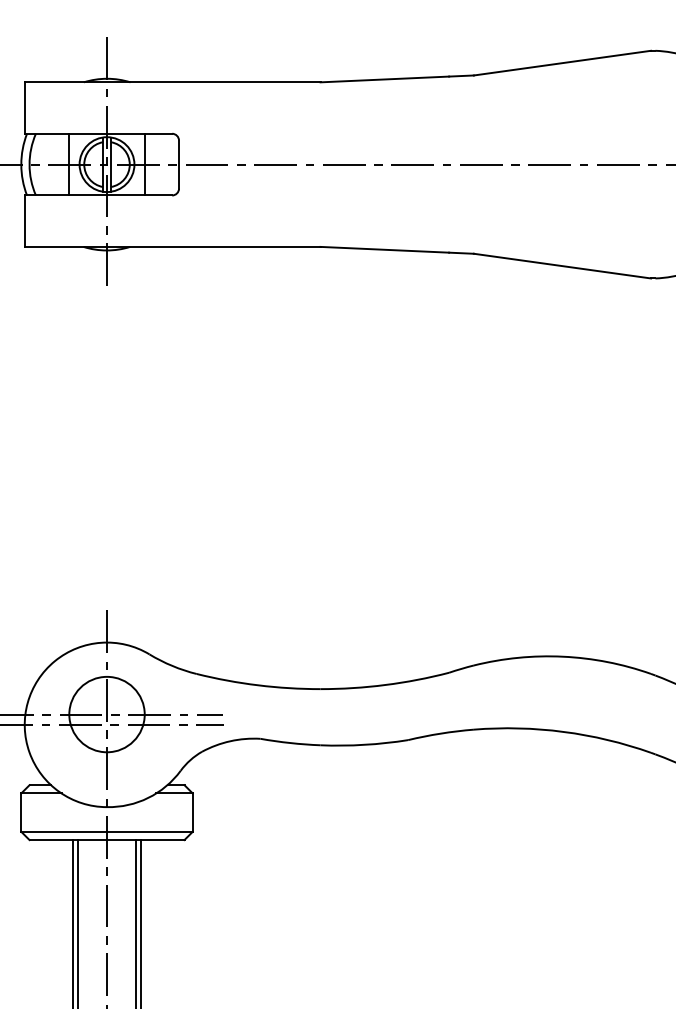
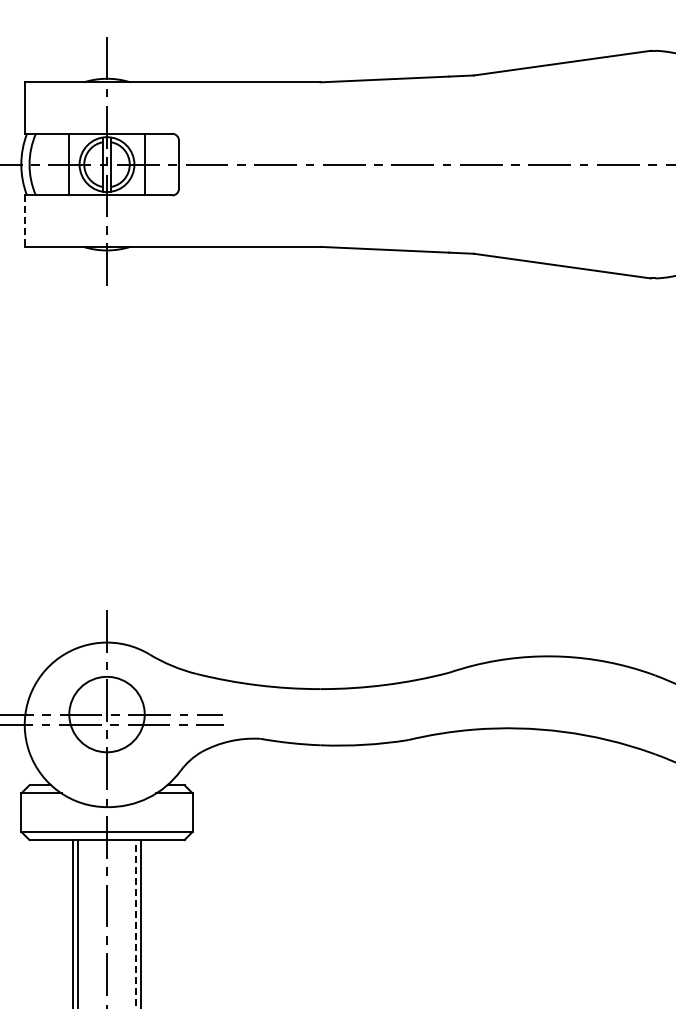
line at (24, 221): solid -> dashed
line at (135, 923): solid -> dashed
